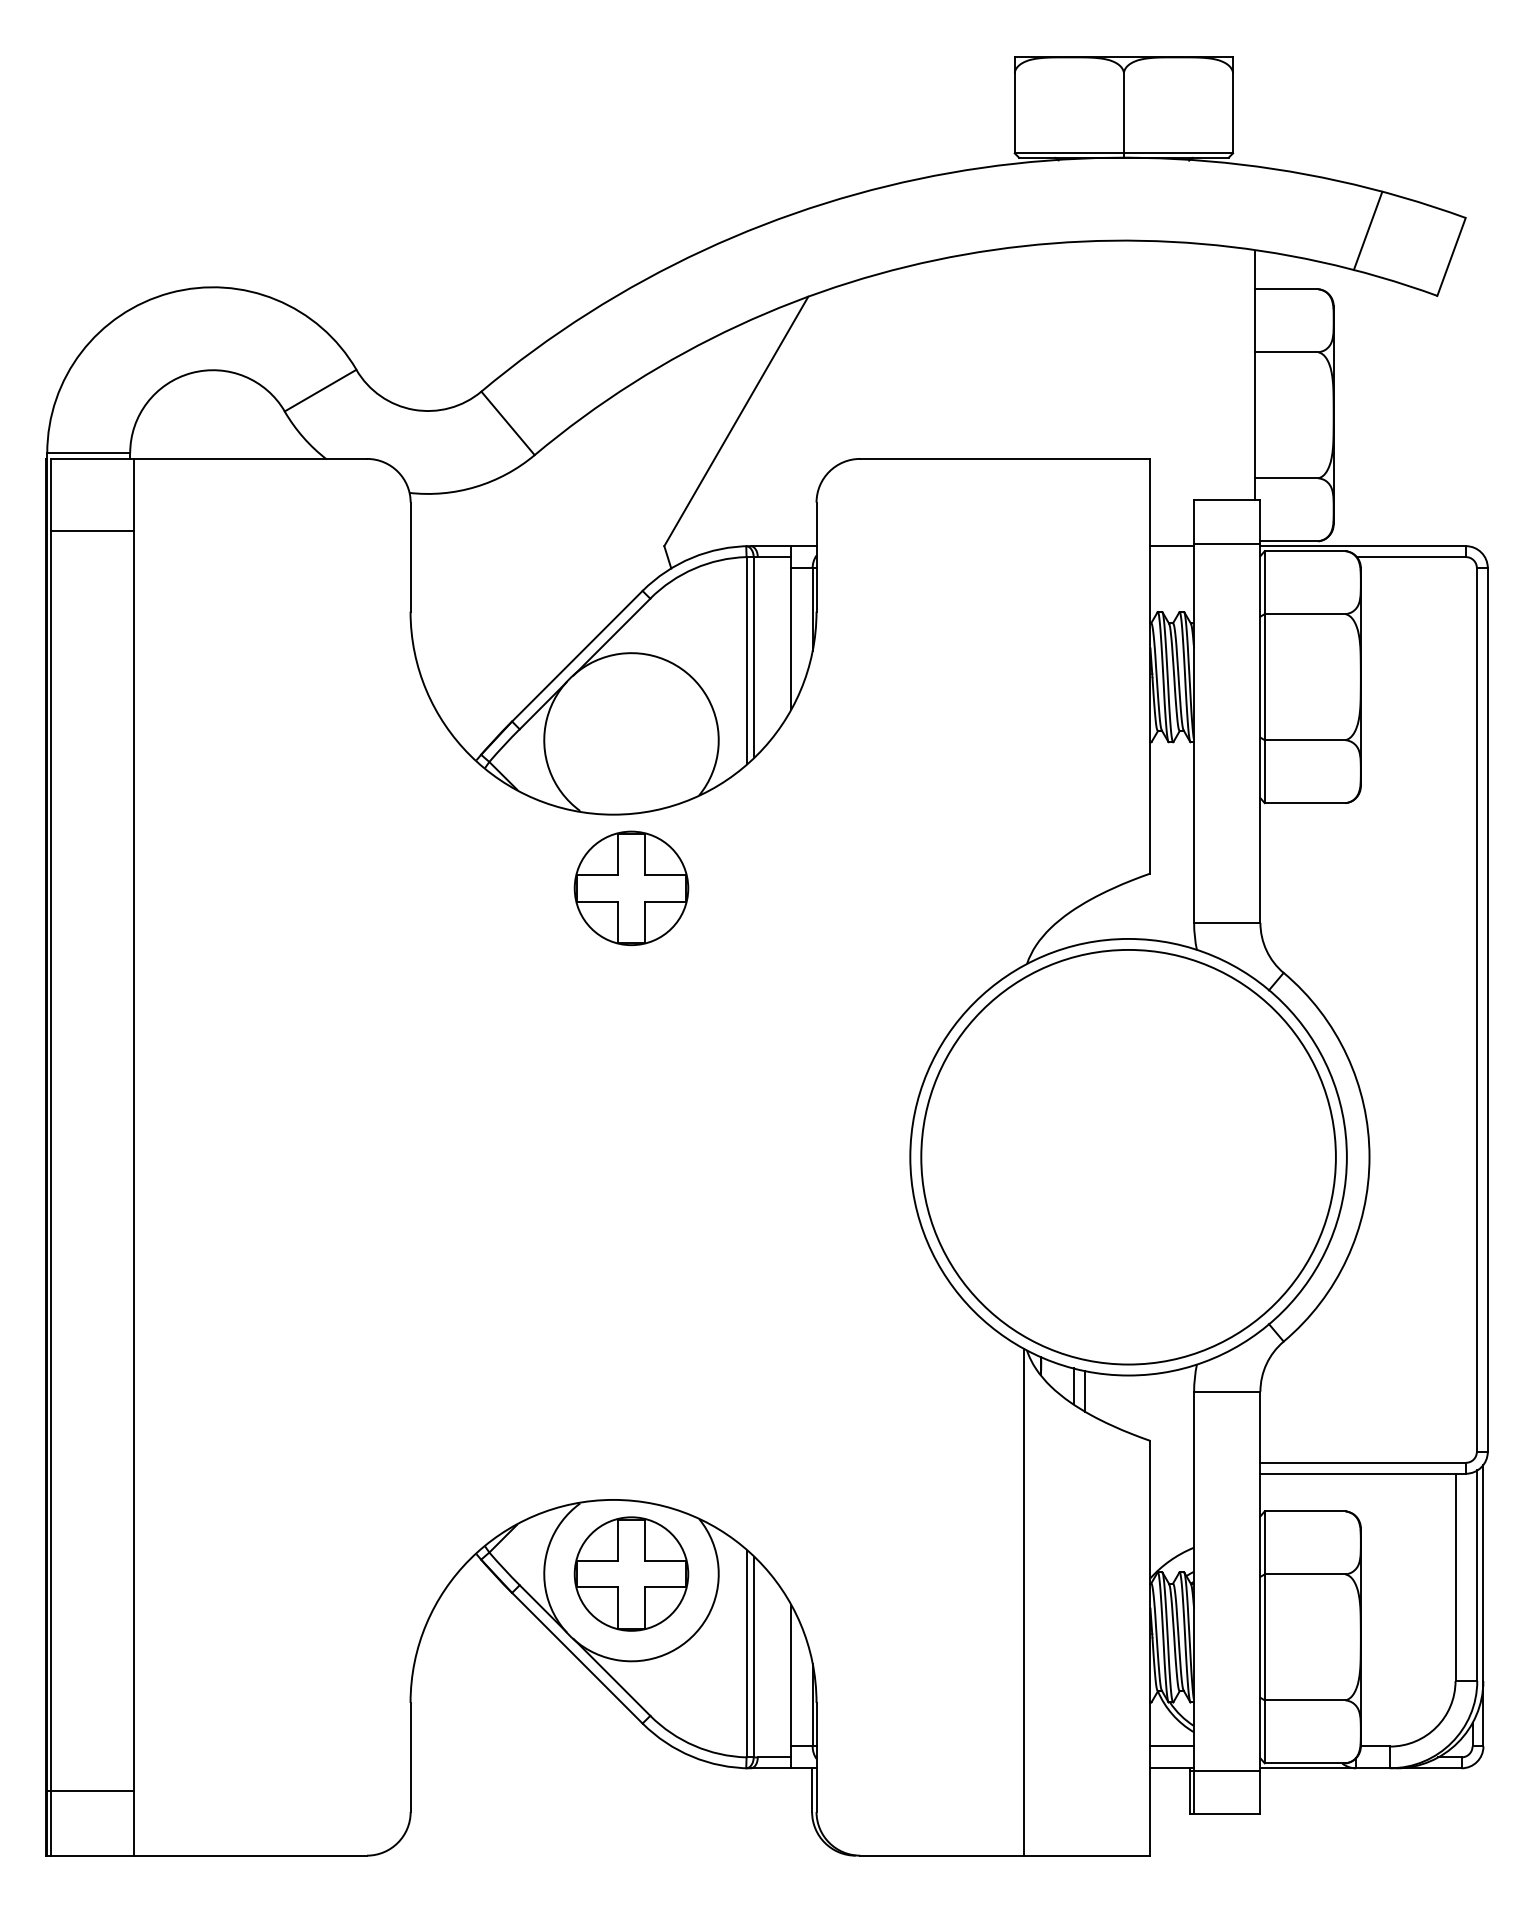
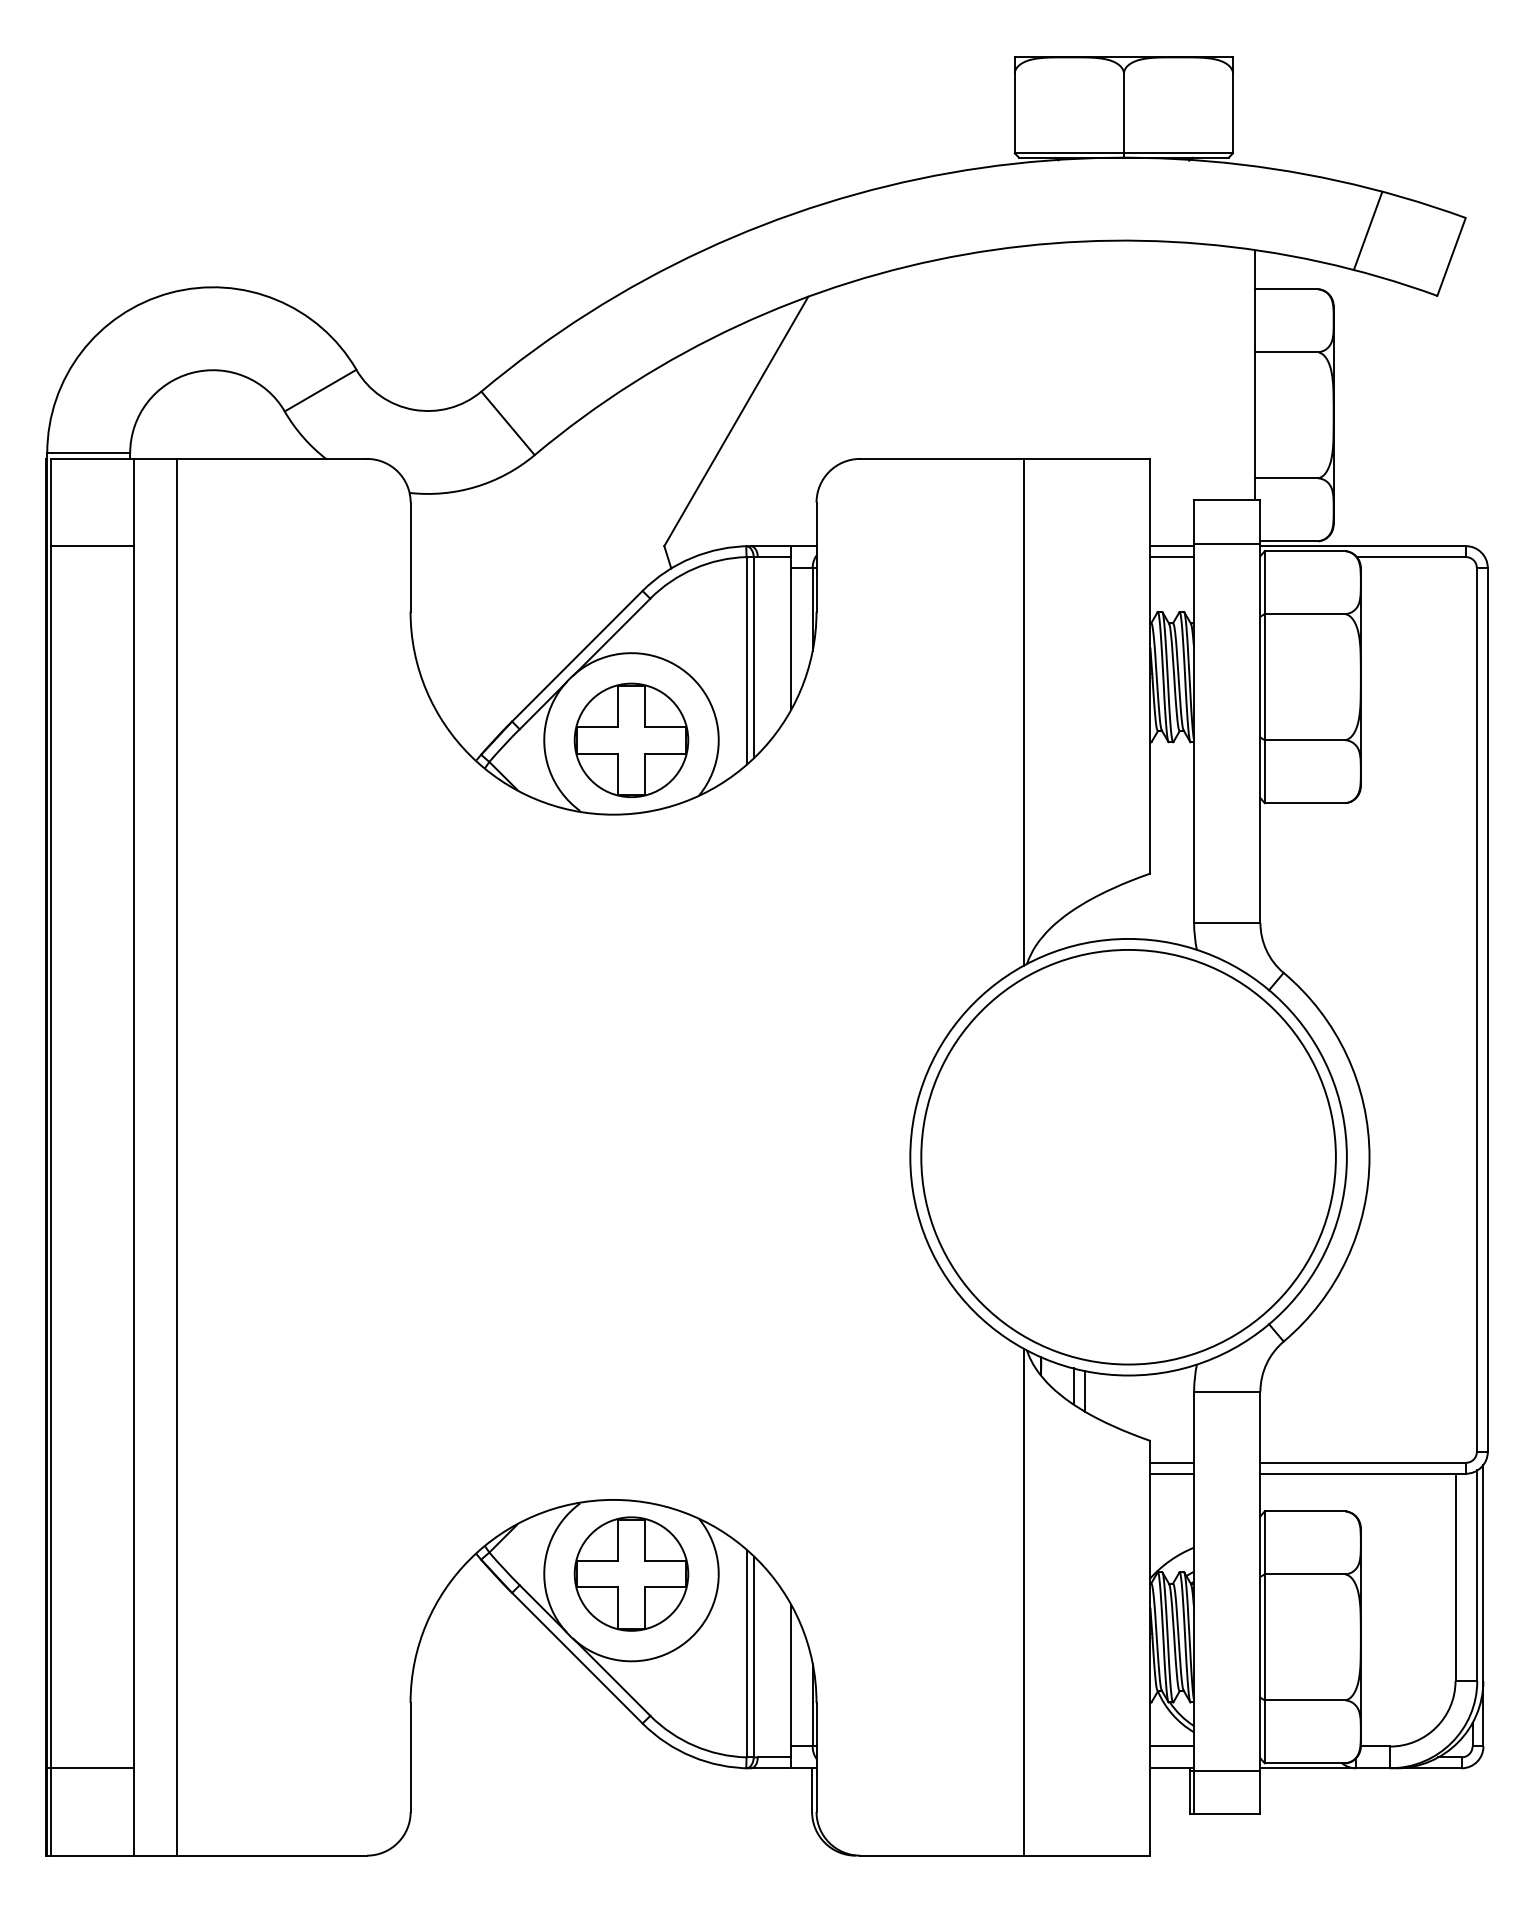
line at (91, 531) position: (91, 531) -> (91, 546)
line at (1172, 557): none -> present
line at (1023, 711): none -> present
part at (631, 887) position: (631, 887) -> (631, 739)
line at (177, 1156): none -> present
line at (1172, 1462): none -> present
line at (1172, 1473): none -> present
line at (90, 1791) position: (90, 1791) -> (90, 1768)
